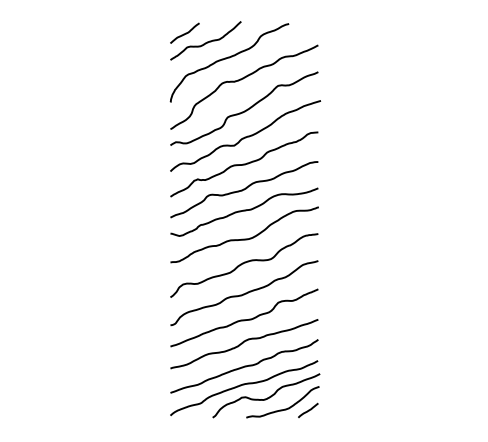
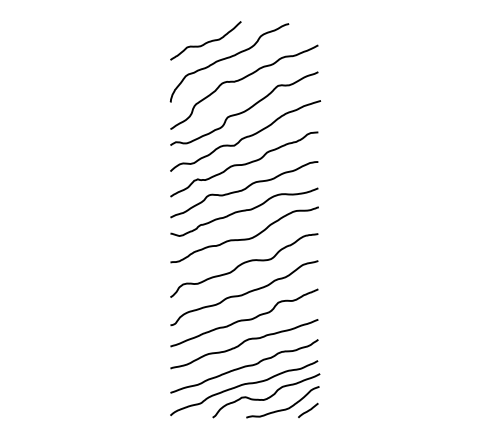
curve at (185, 32): present -> none
